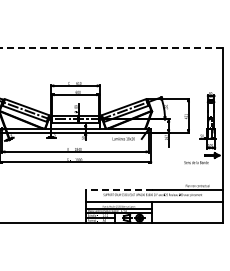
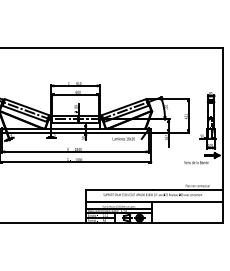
line at (110, 47): dashed -> solid
line at (119, 189): dashed -> solid
